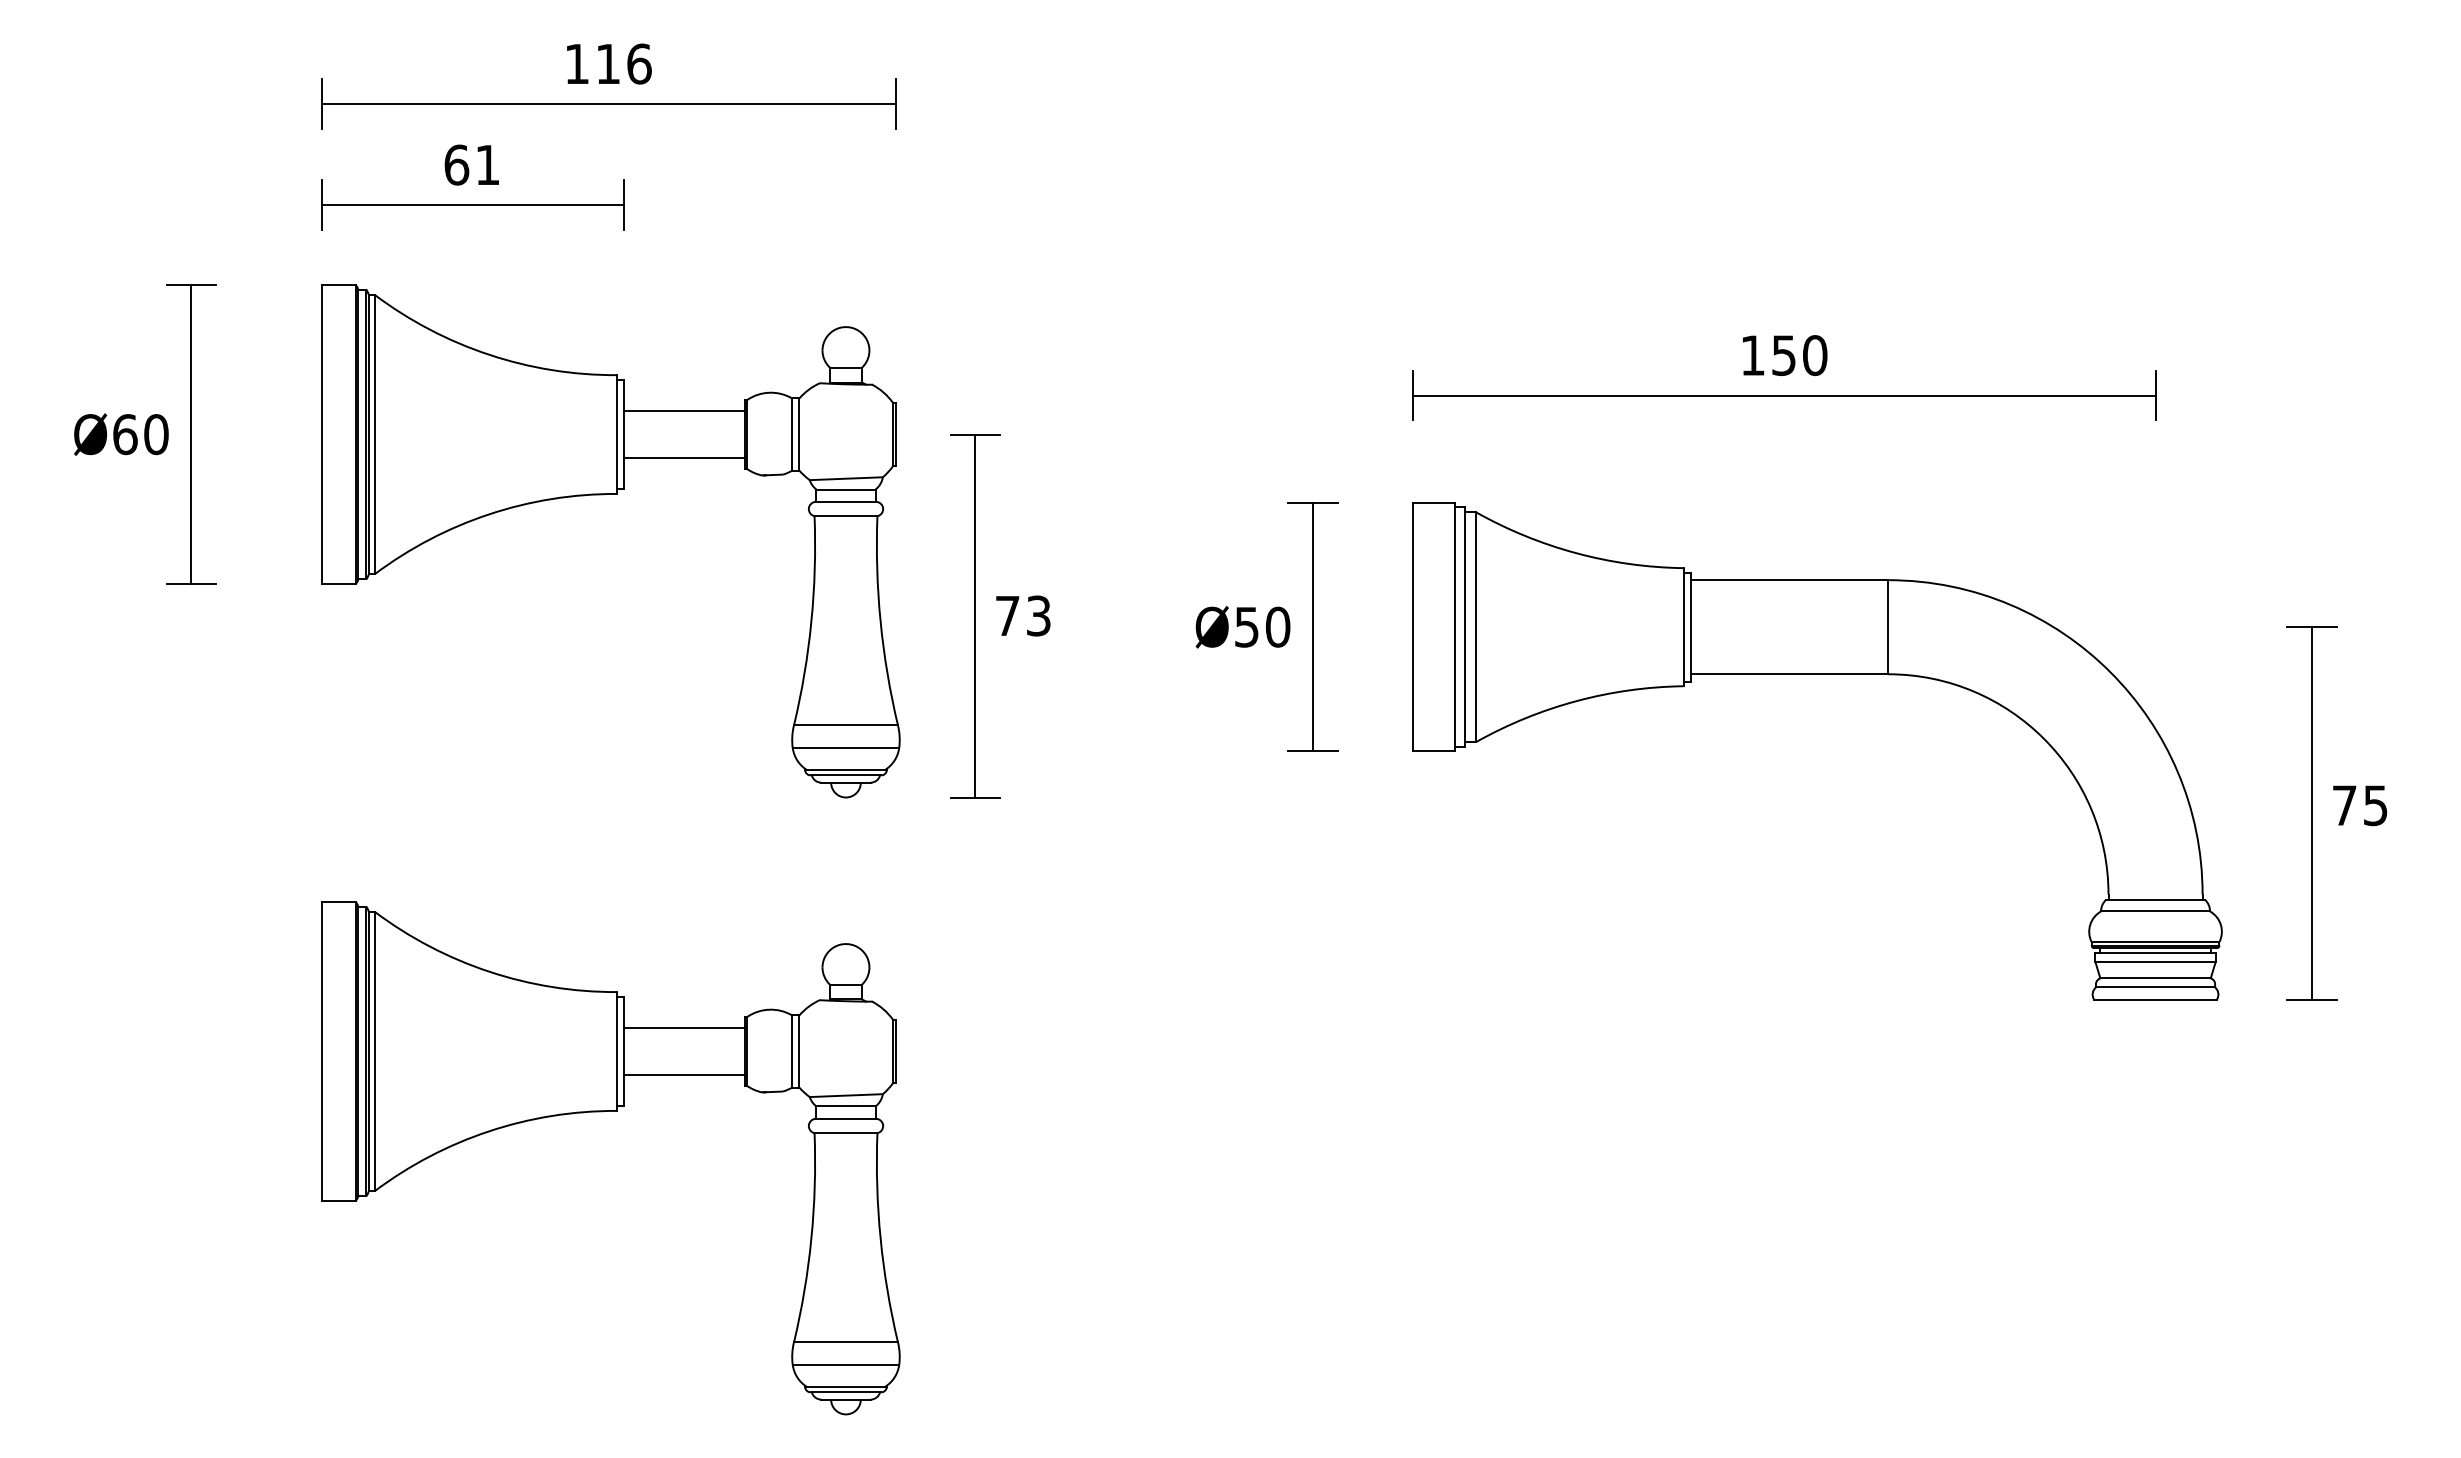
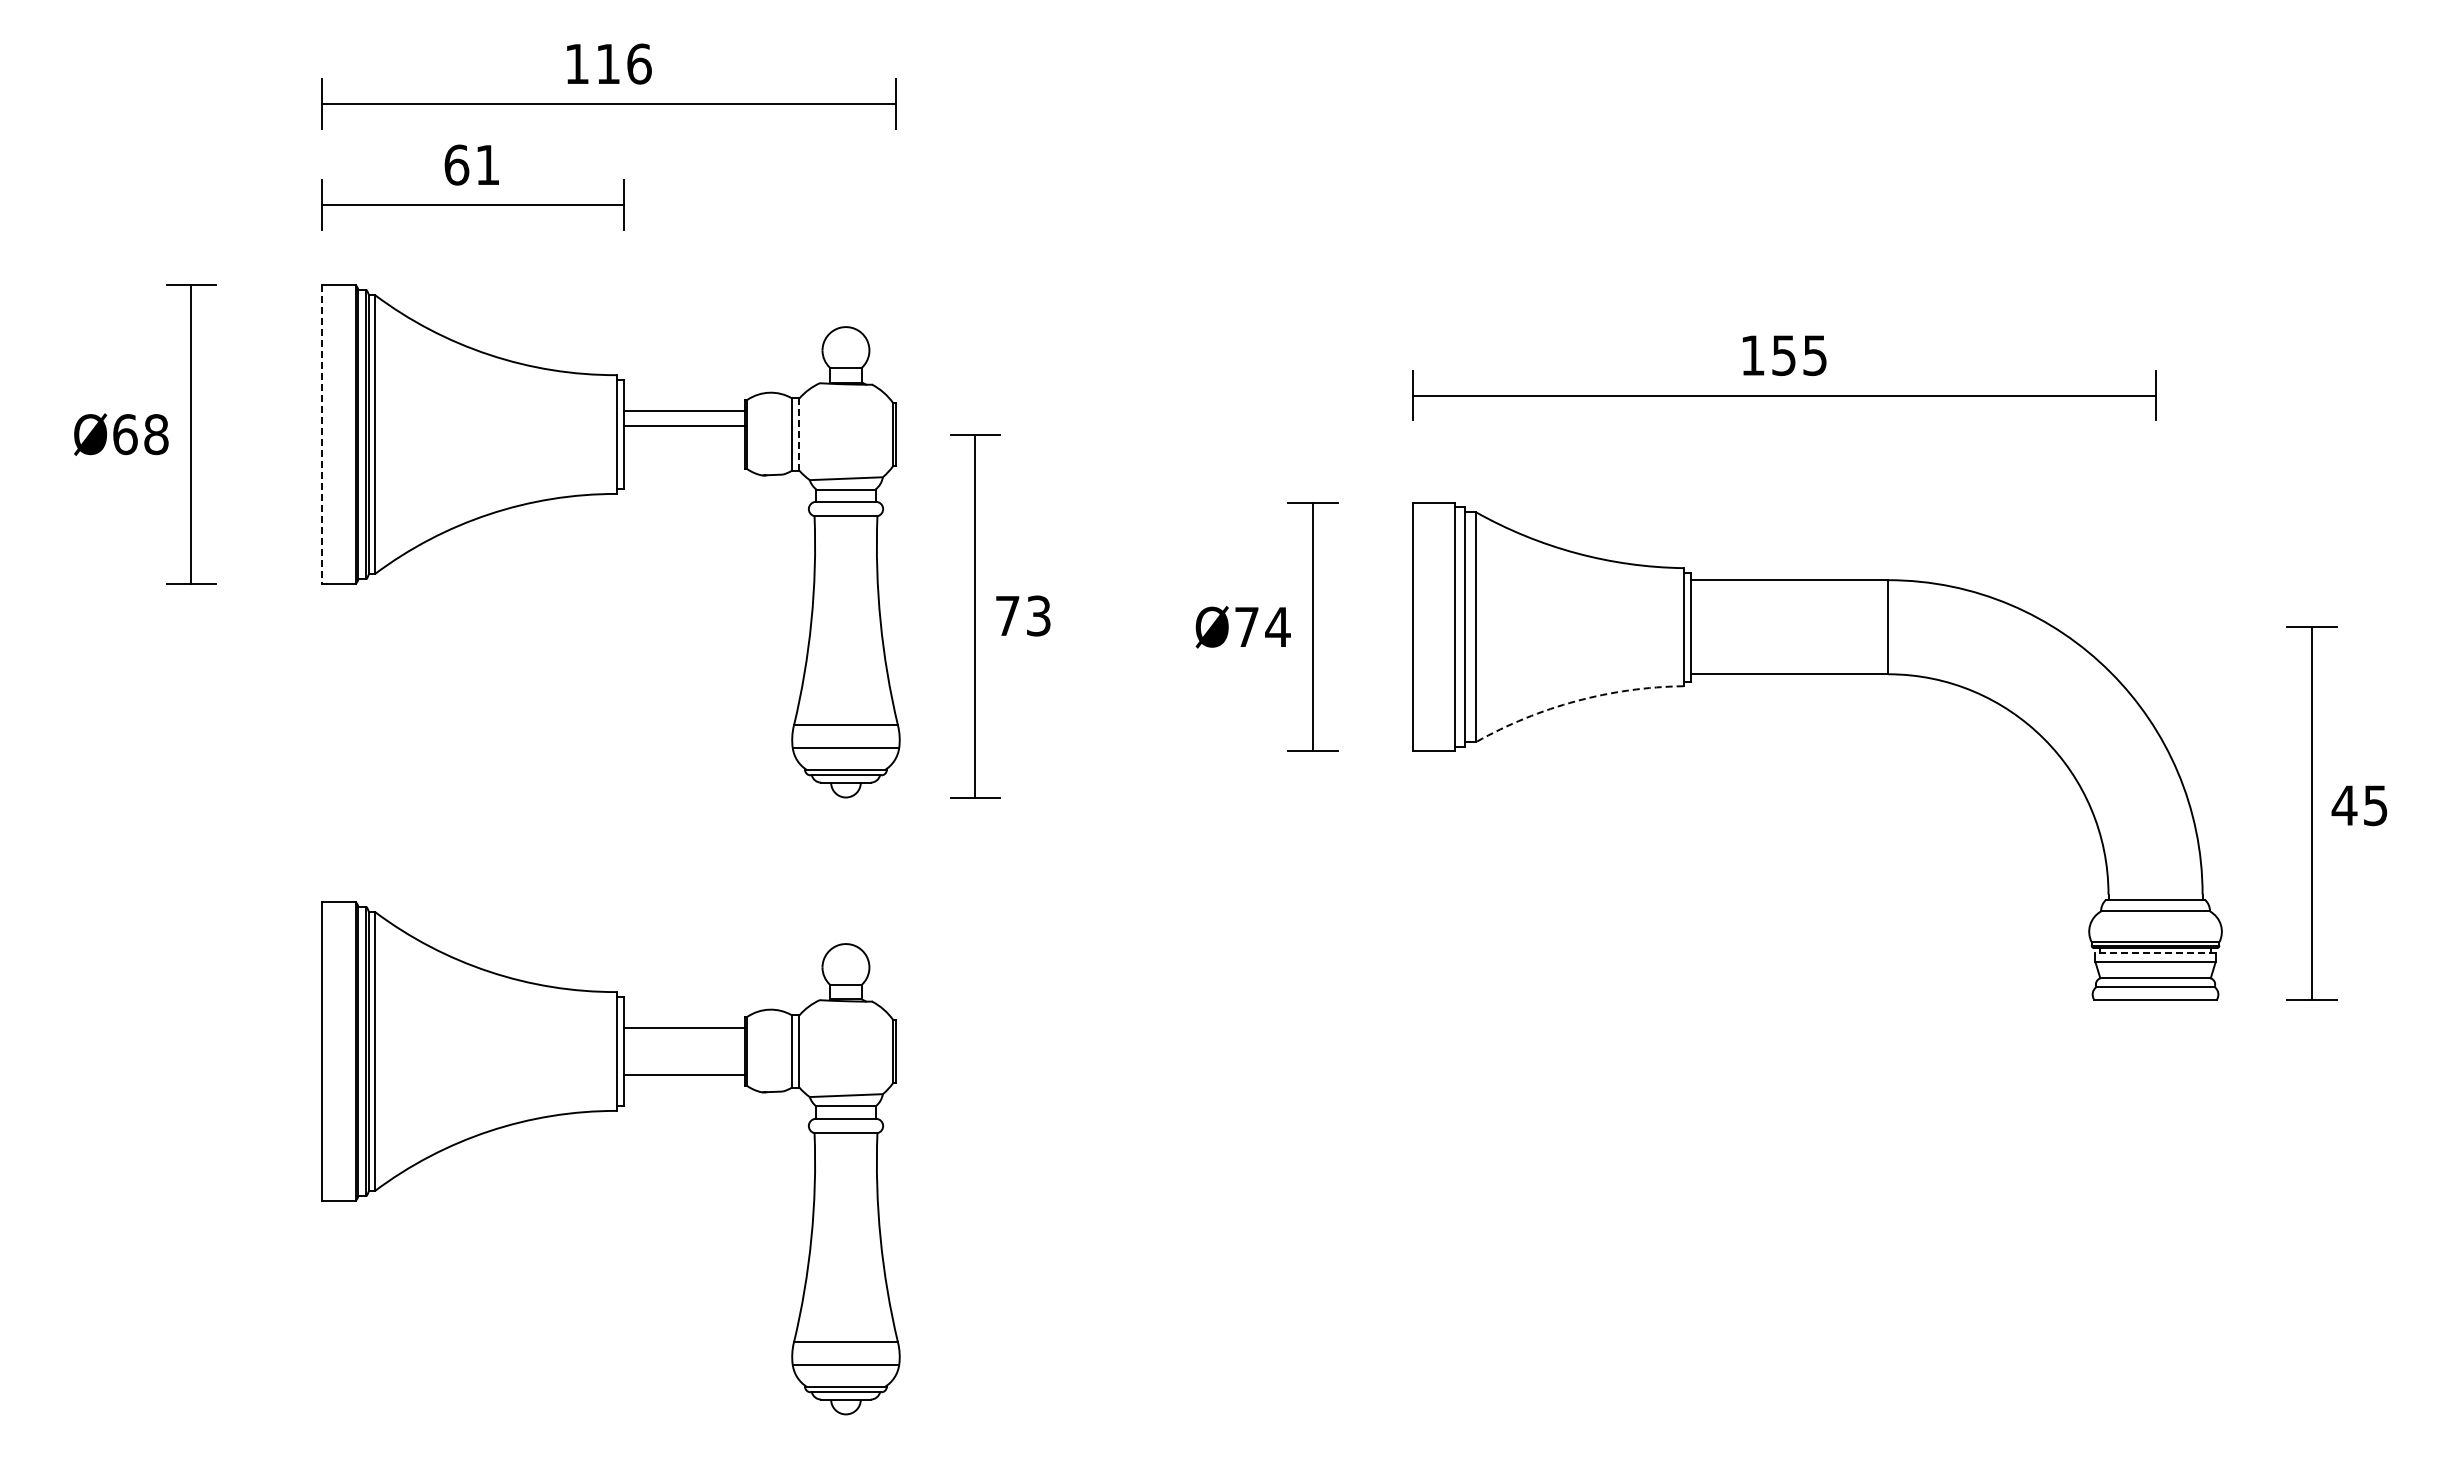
text at (1815, 355): 150 -> 155
text at (156, 434): Ø60 -> Ø68
line at (322, 435): solid -> dashed
line at (799, 435): solid -> dashed
line at (684, 458) position: (684, 458) -> (684, 426)
text at (1262, 626): Ø50 -> Ø74
arc at (1576, 701): solid -> dashed
text at (2344, 805): 75 -> 45
line at (2155, 953): solid -> dashed
